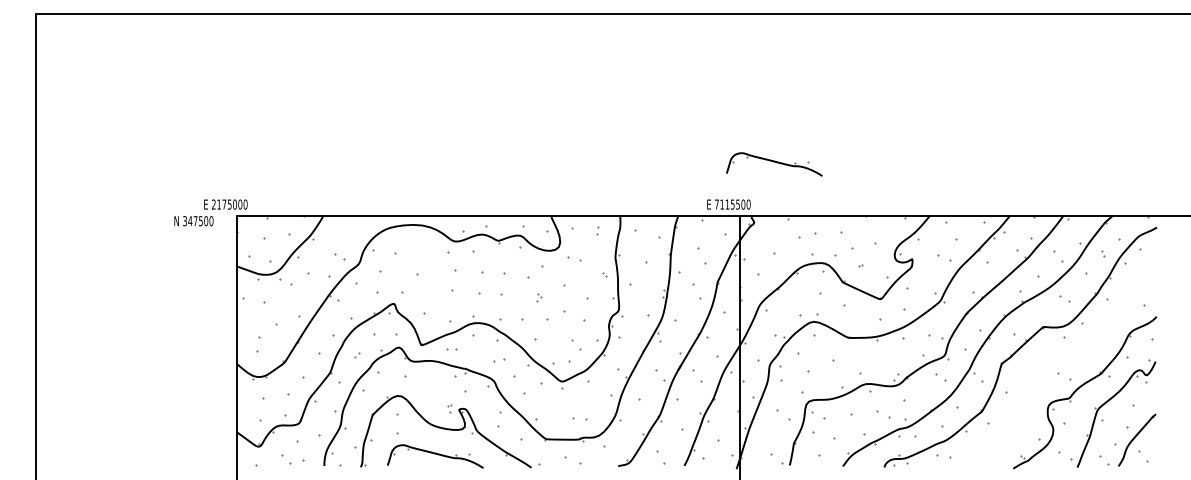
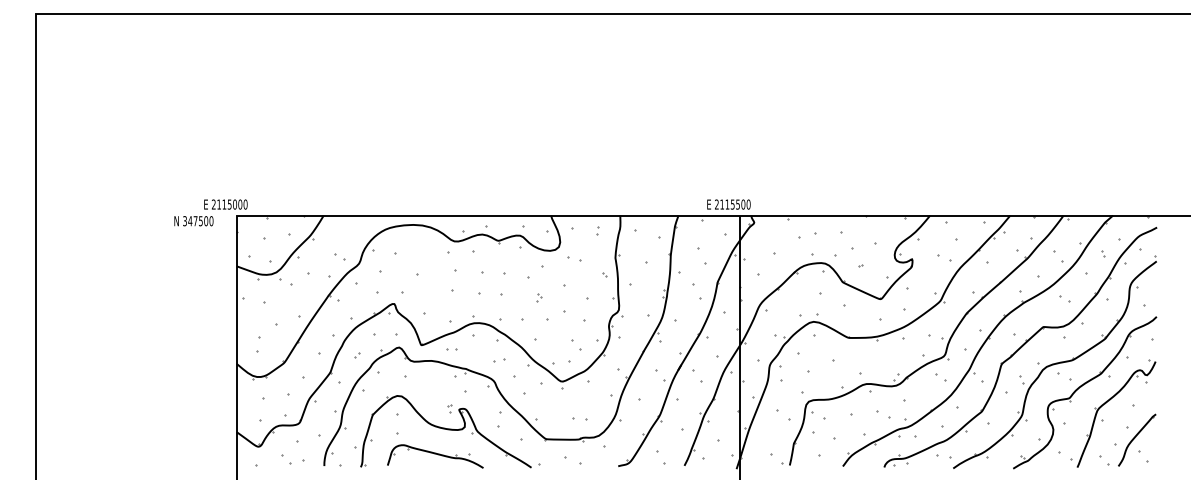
part at (774, 164): present -> none
text at (224, 204): 2175000 -> 2115000
text at (716, 204): 7115500 -> 2115500
part at (1054, 361): none -> present
